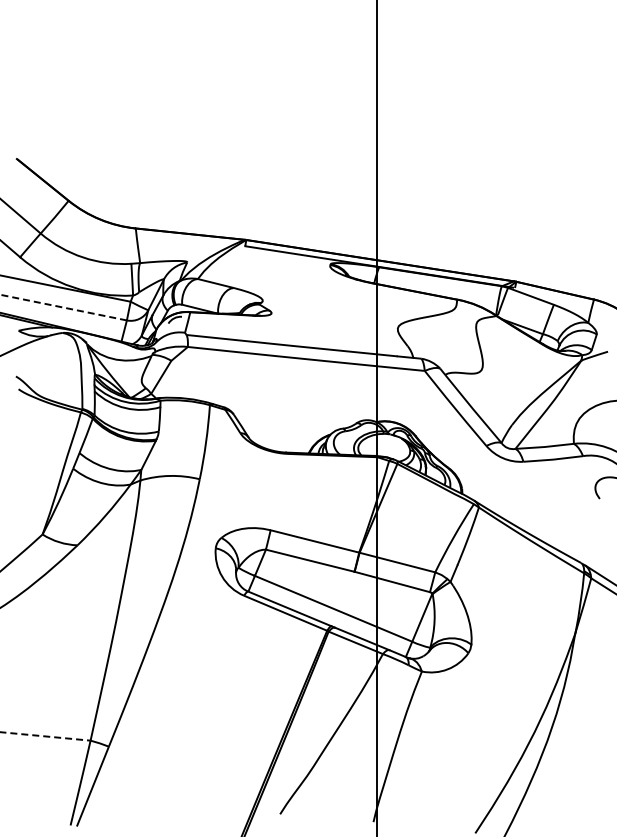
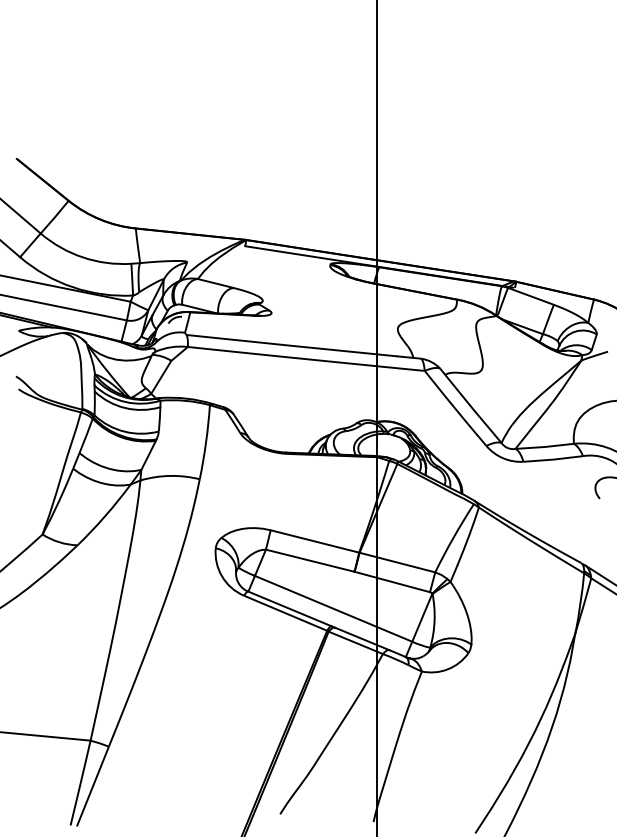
line at (63, 307): dashed -> solid
line at (45, 736): dashed -> solid
